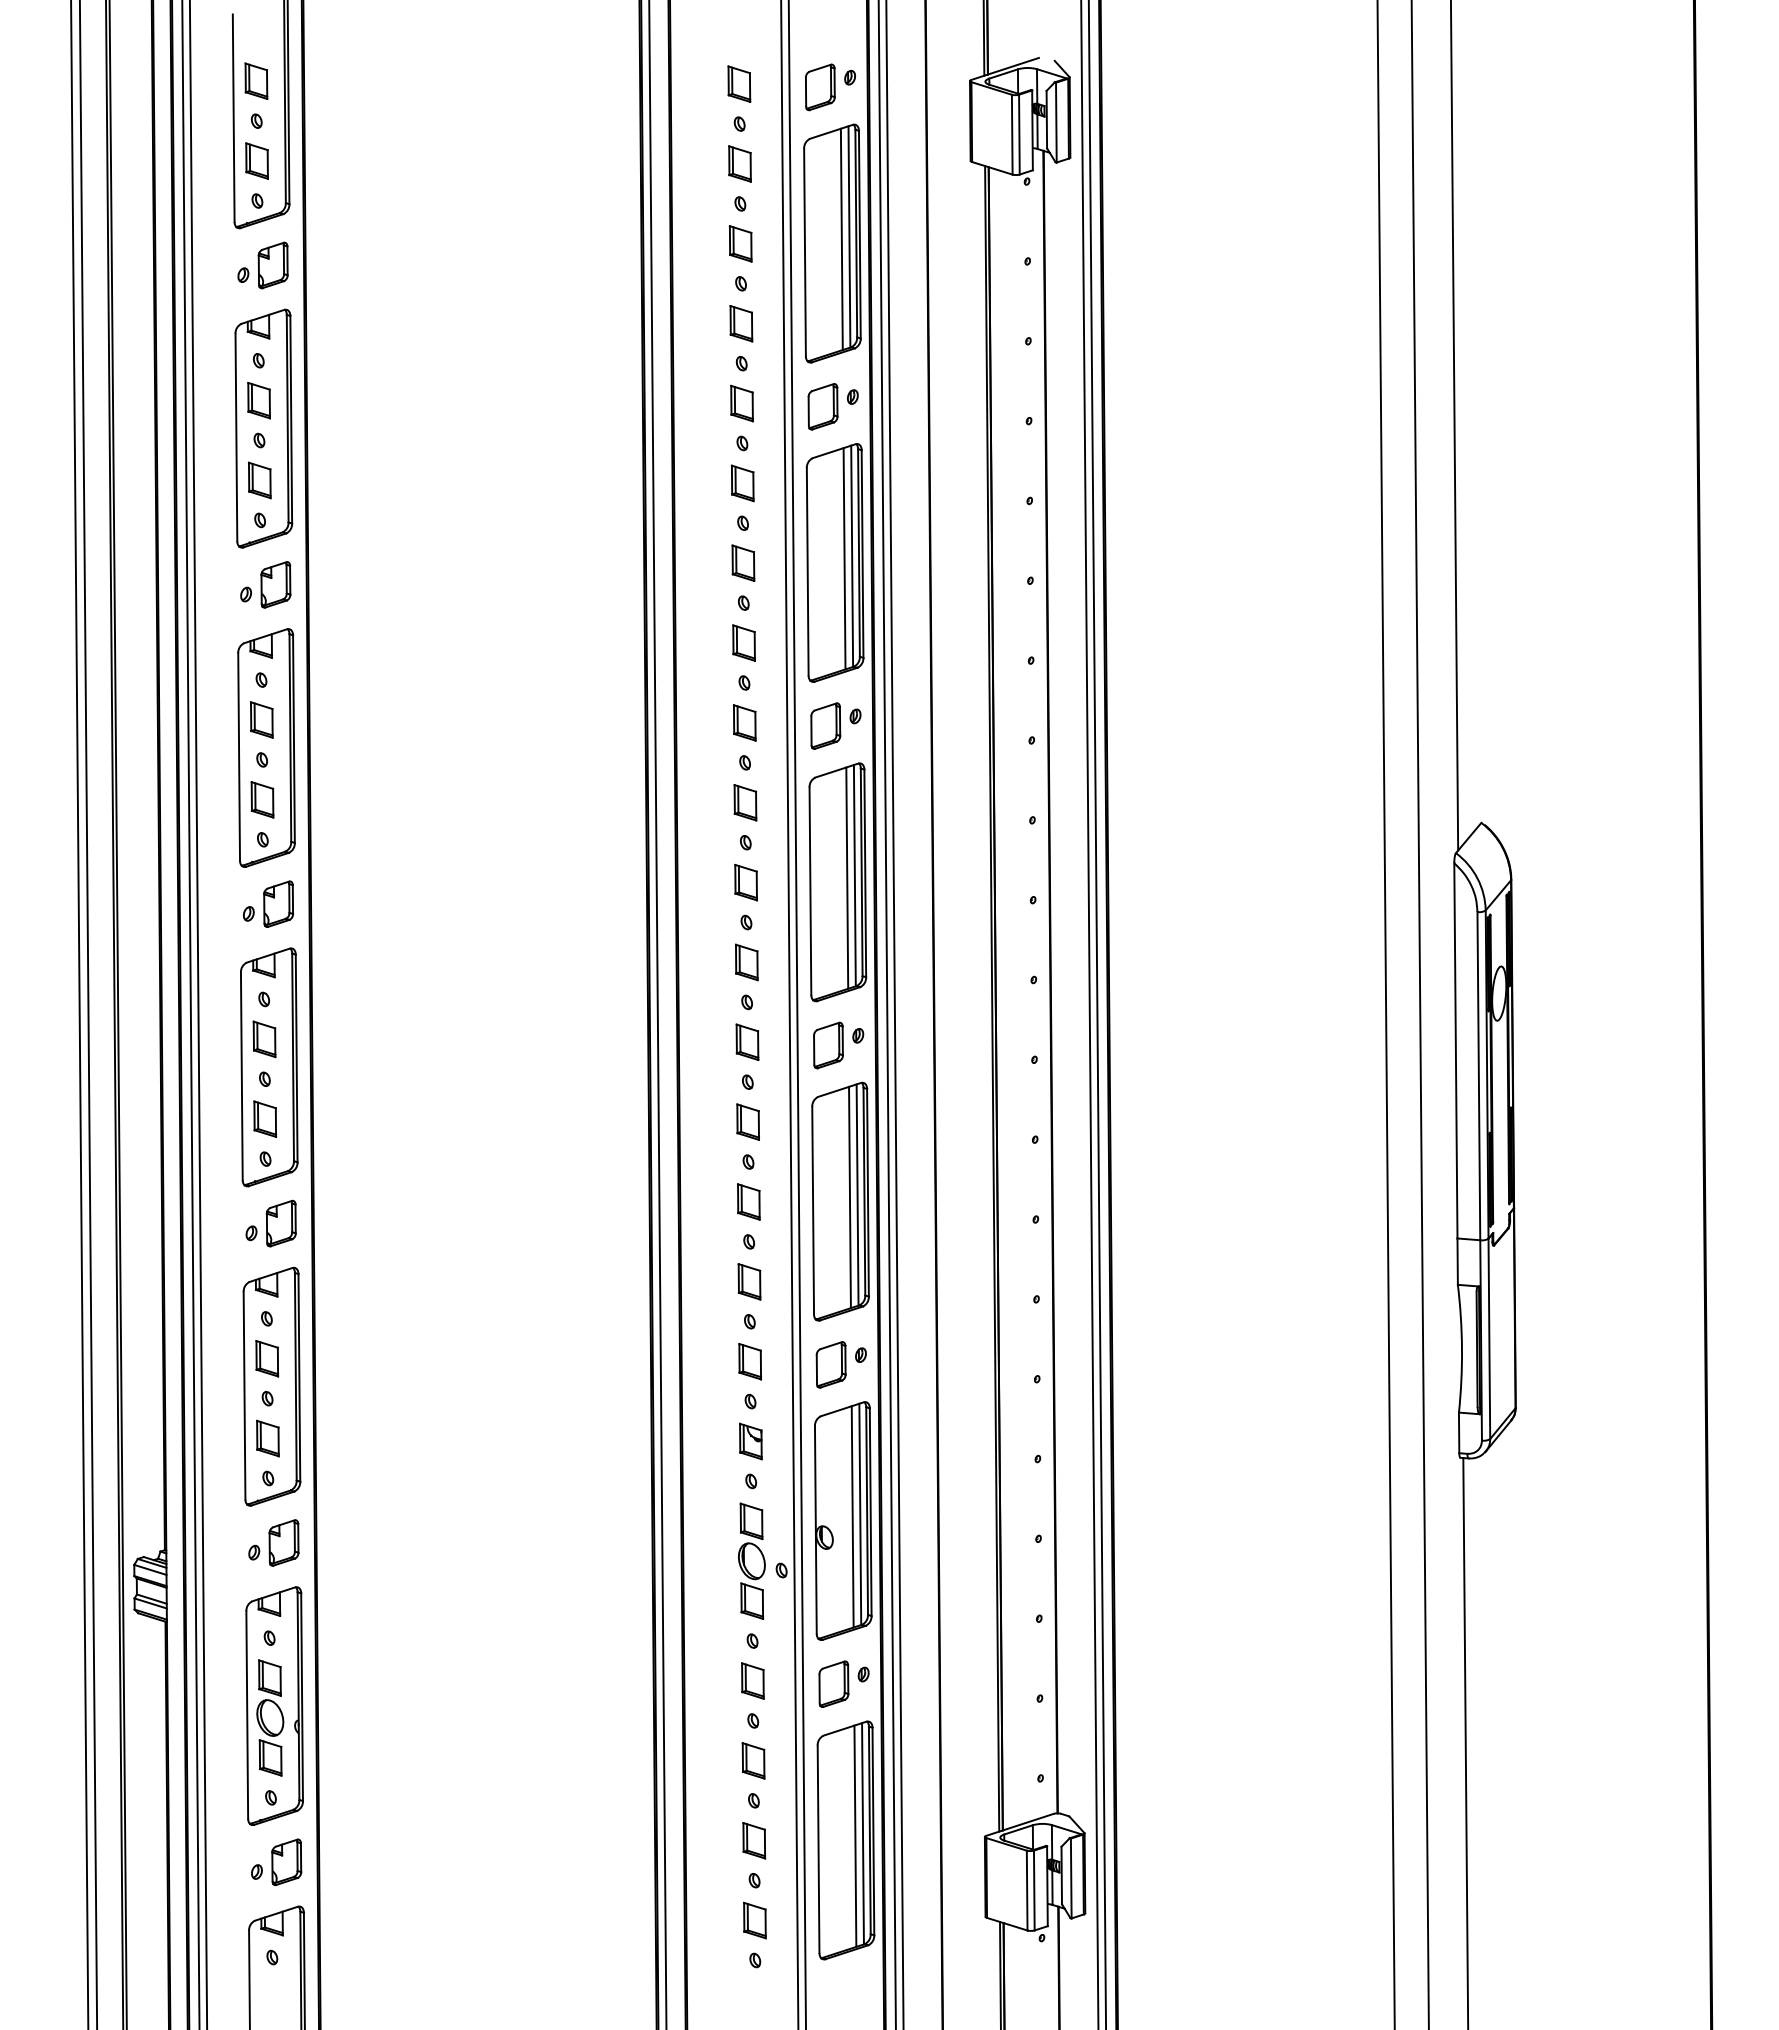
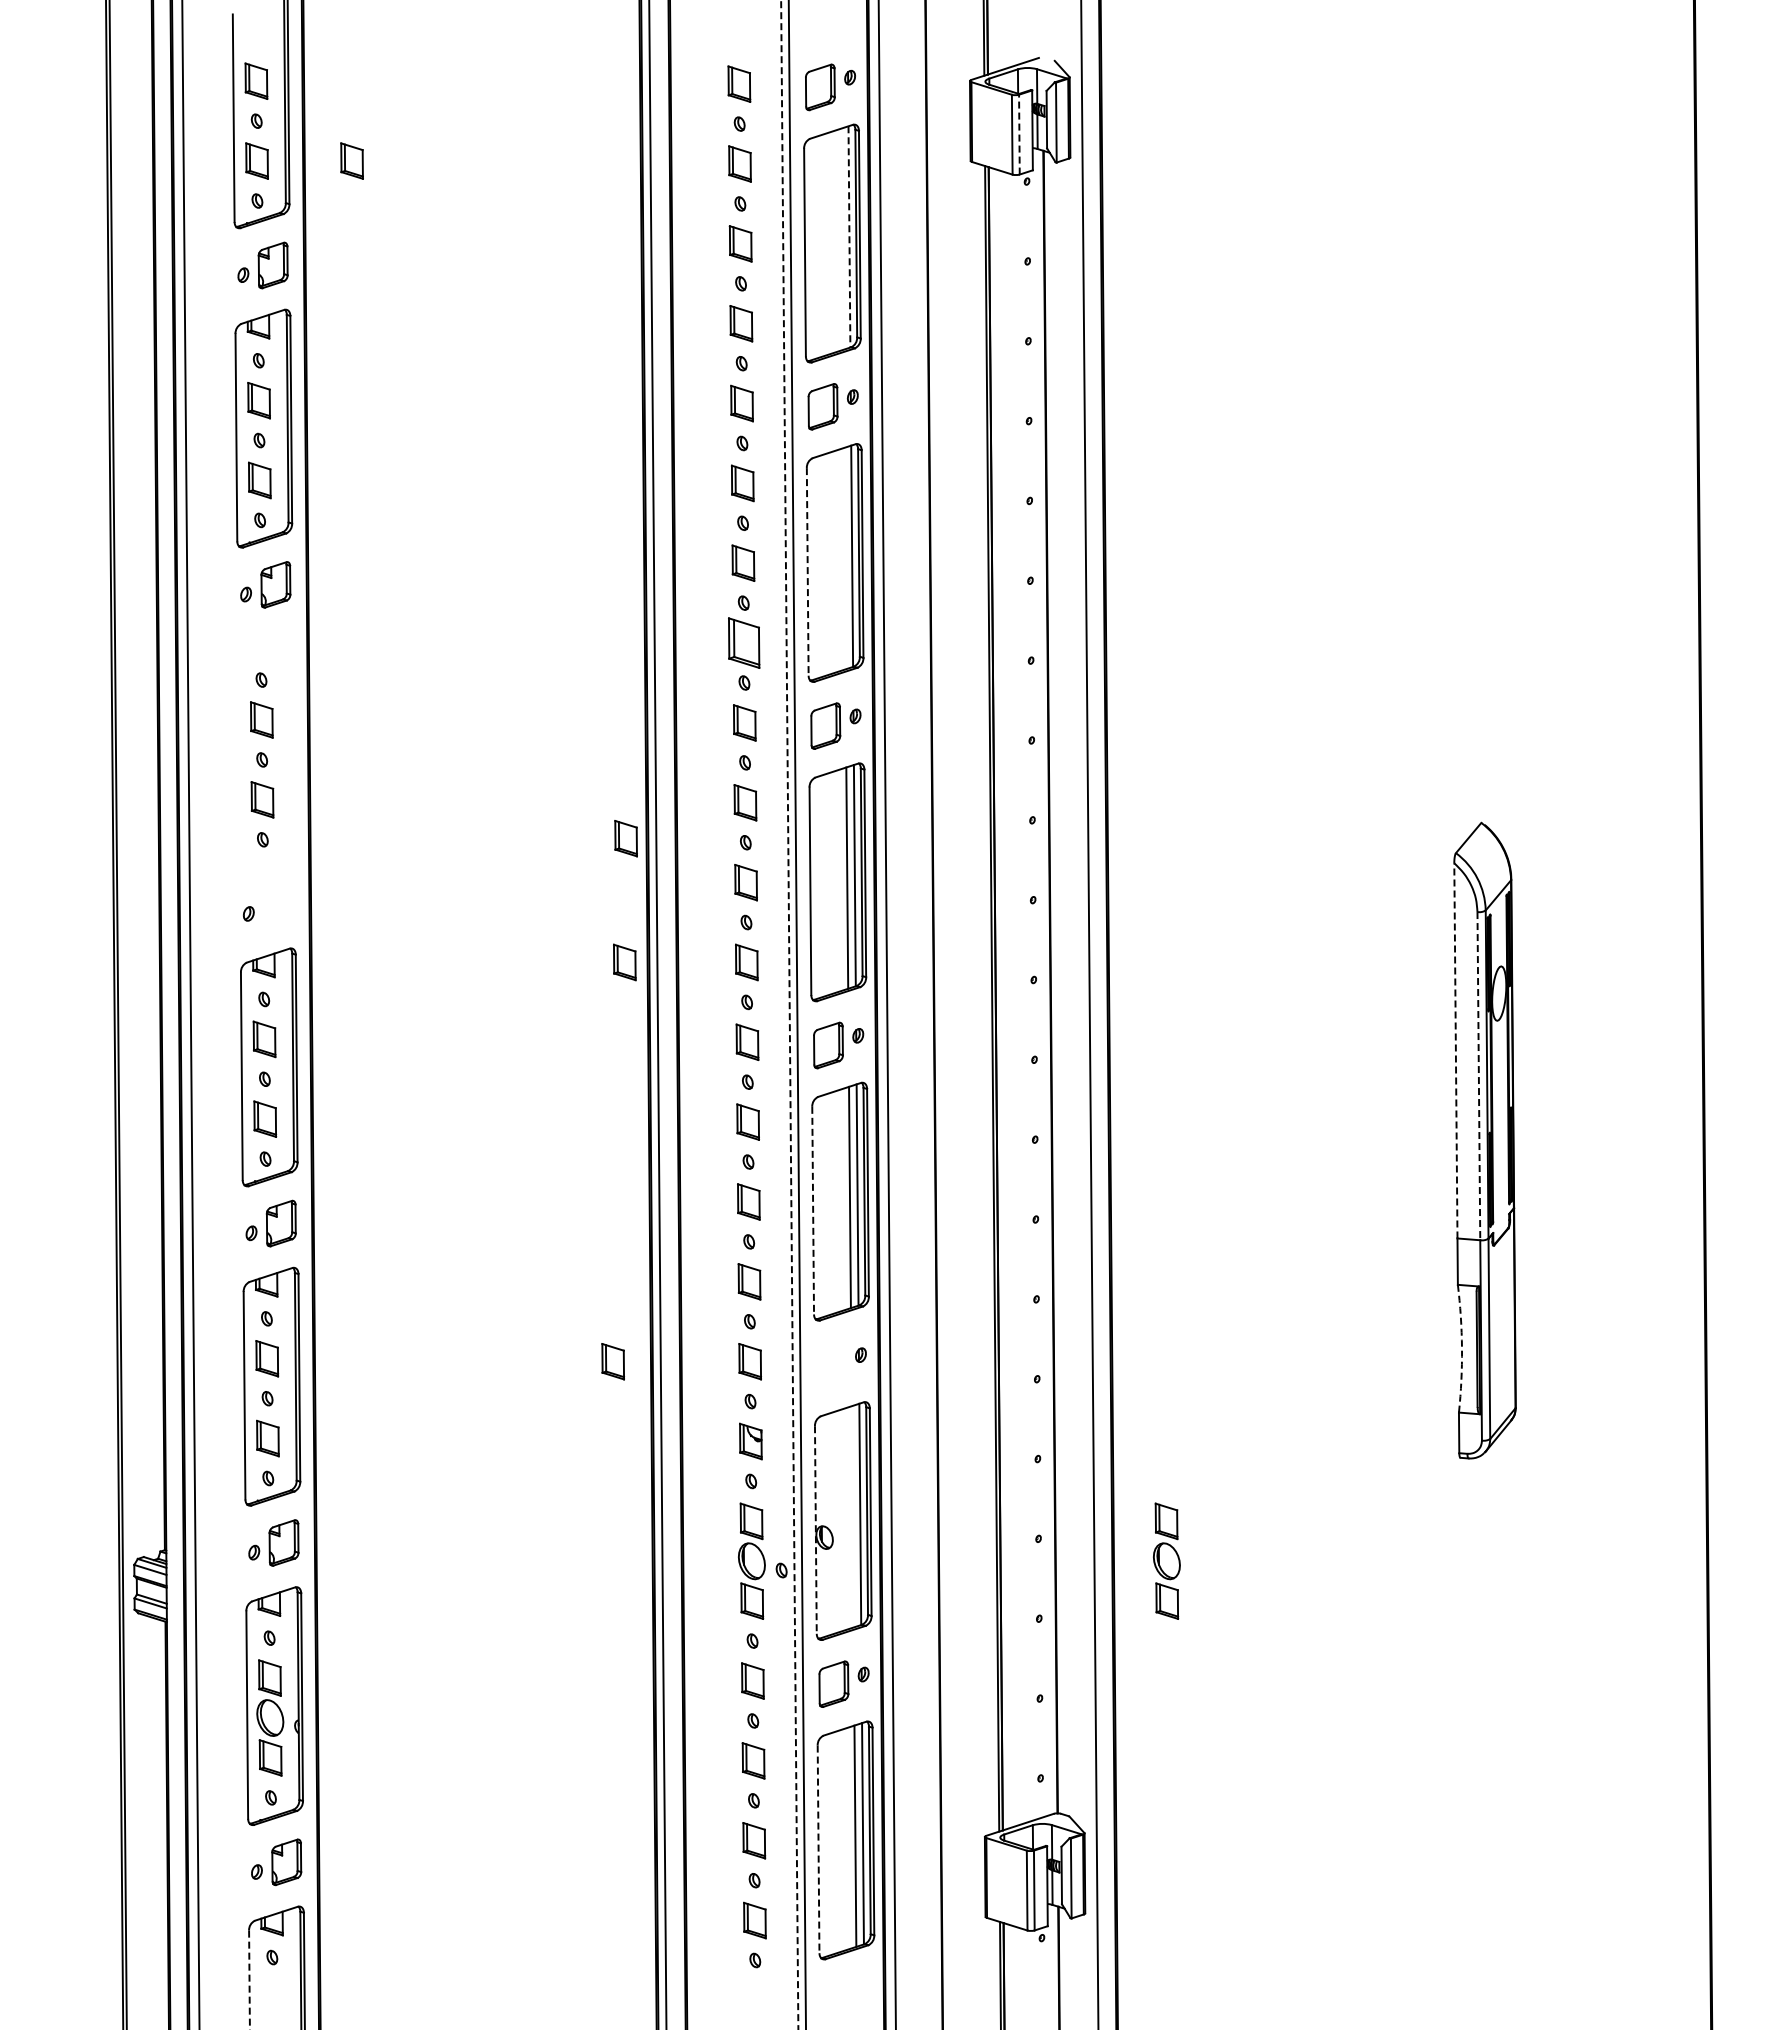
line at (1019, 134): solid -> dashed
part at (351, 160): none -> present
line at (849, 236): solid -> dashed
line at (841, 239): present -> none
line at (1454, 426): present -> none
line at (844, 558): present -> none
line at (807, 571): solid -> dashed
part at (743, 642) size: 24x38 px -> 33x52 px
part at (266, 747): present -> none
part at (625, 838): none -> present
part at (278, 903): present -> none
part at (624, 962): none -> present
line at (79, 1014): present -> none
line at (88, 1014): present -> none
line at (198, 1014): present -> none
line at (894, 1014): present -> none
line at (1097, 1014): present -> none
line at (1385, 1014): present -> none
line at (1419, 1014): present -> none
line at (789, 1015): solid -> dashed
line at (1455, 1050): solid -> dashed
line at (1478, 1076): solid -> dashed
line at (813, 1210): solid -> dashed
arc at (1462, 1348): solid -> dashed
part at (612, 1361): none -> present
part at (830, 1364): present -> none
line at (852, 1516): present -> none
line at (815, 1530): solid -> dashed
part at (1166, 1560): none -> present
line at (1465, 1742): present -> none
line at (818, 1849): solid -> dashed
line at (249, 1980): solid -> dashed
